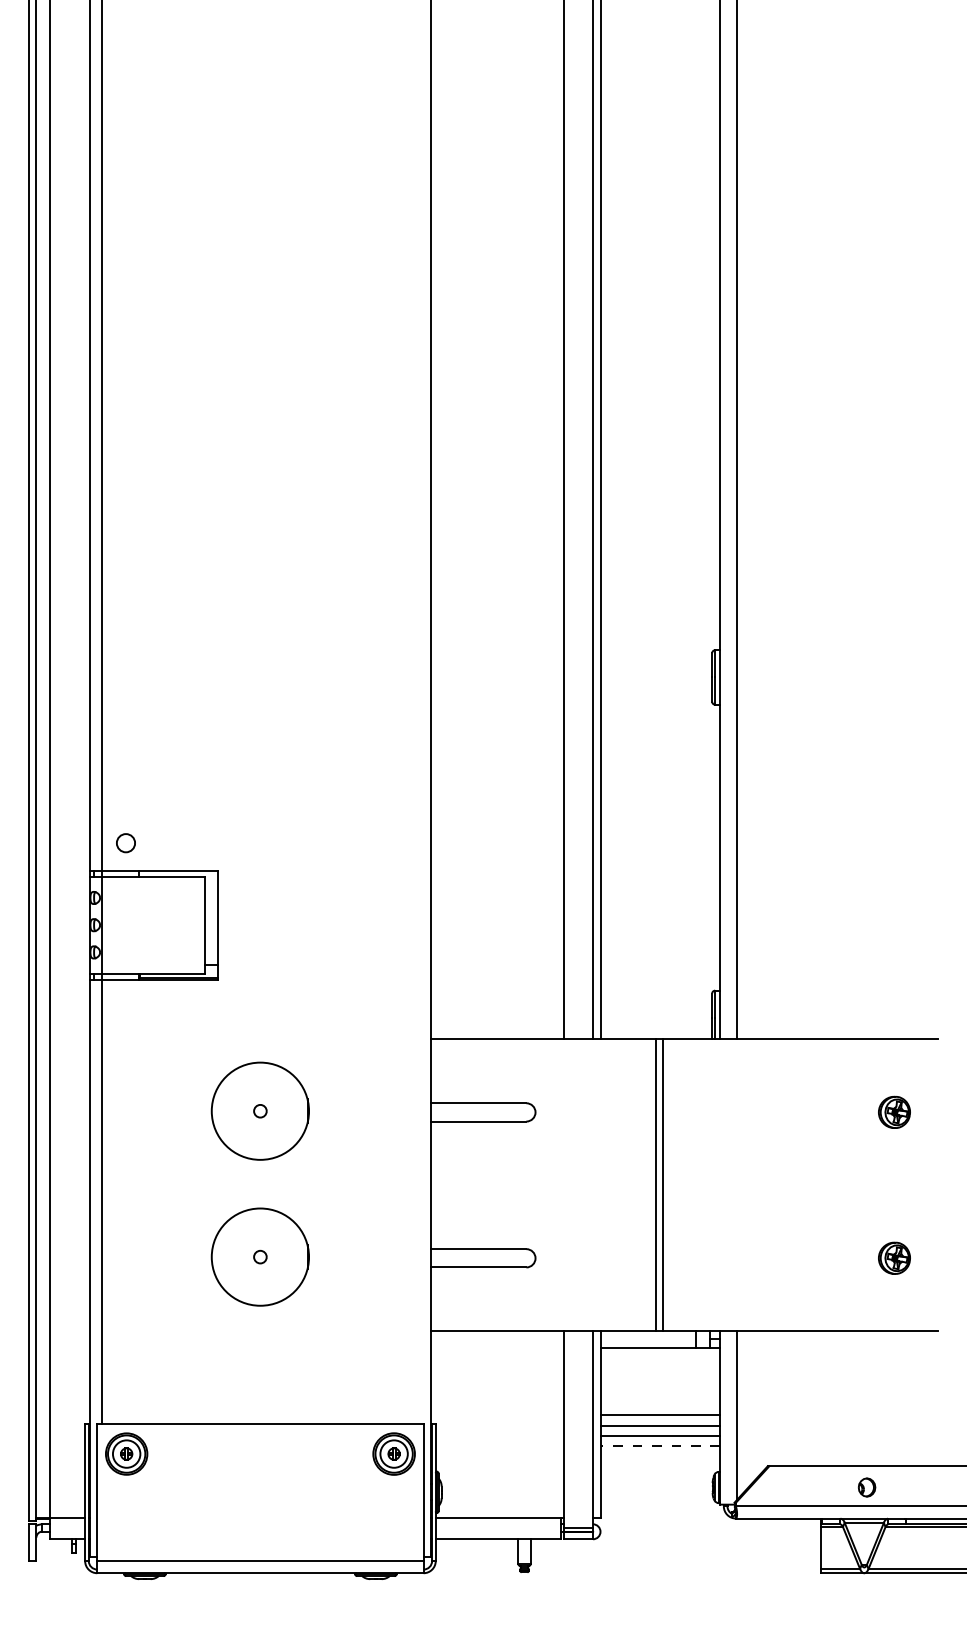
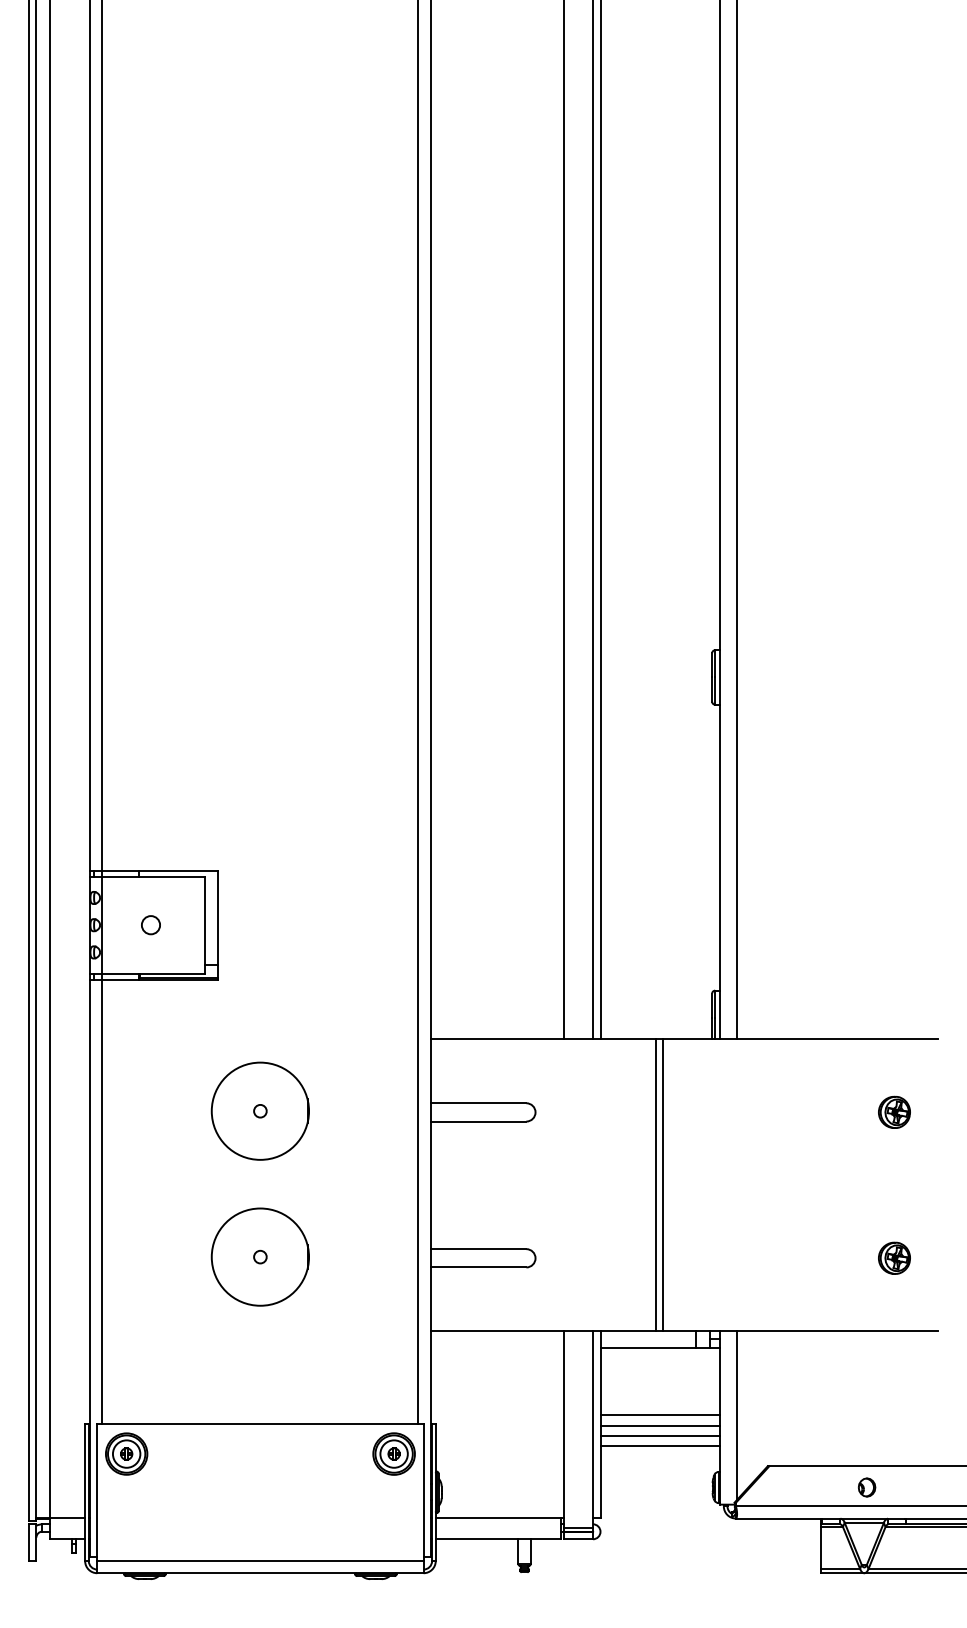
line at (418, 712): none -> present
circle at (125, 843) position: (125, 843) -> (150, 925)
line at (660, 1446): dashed -> solid
